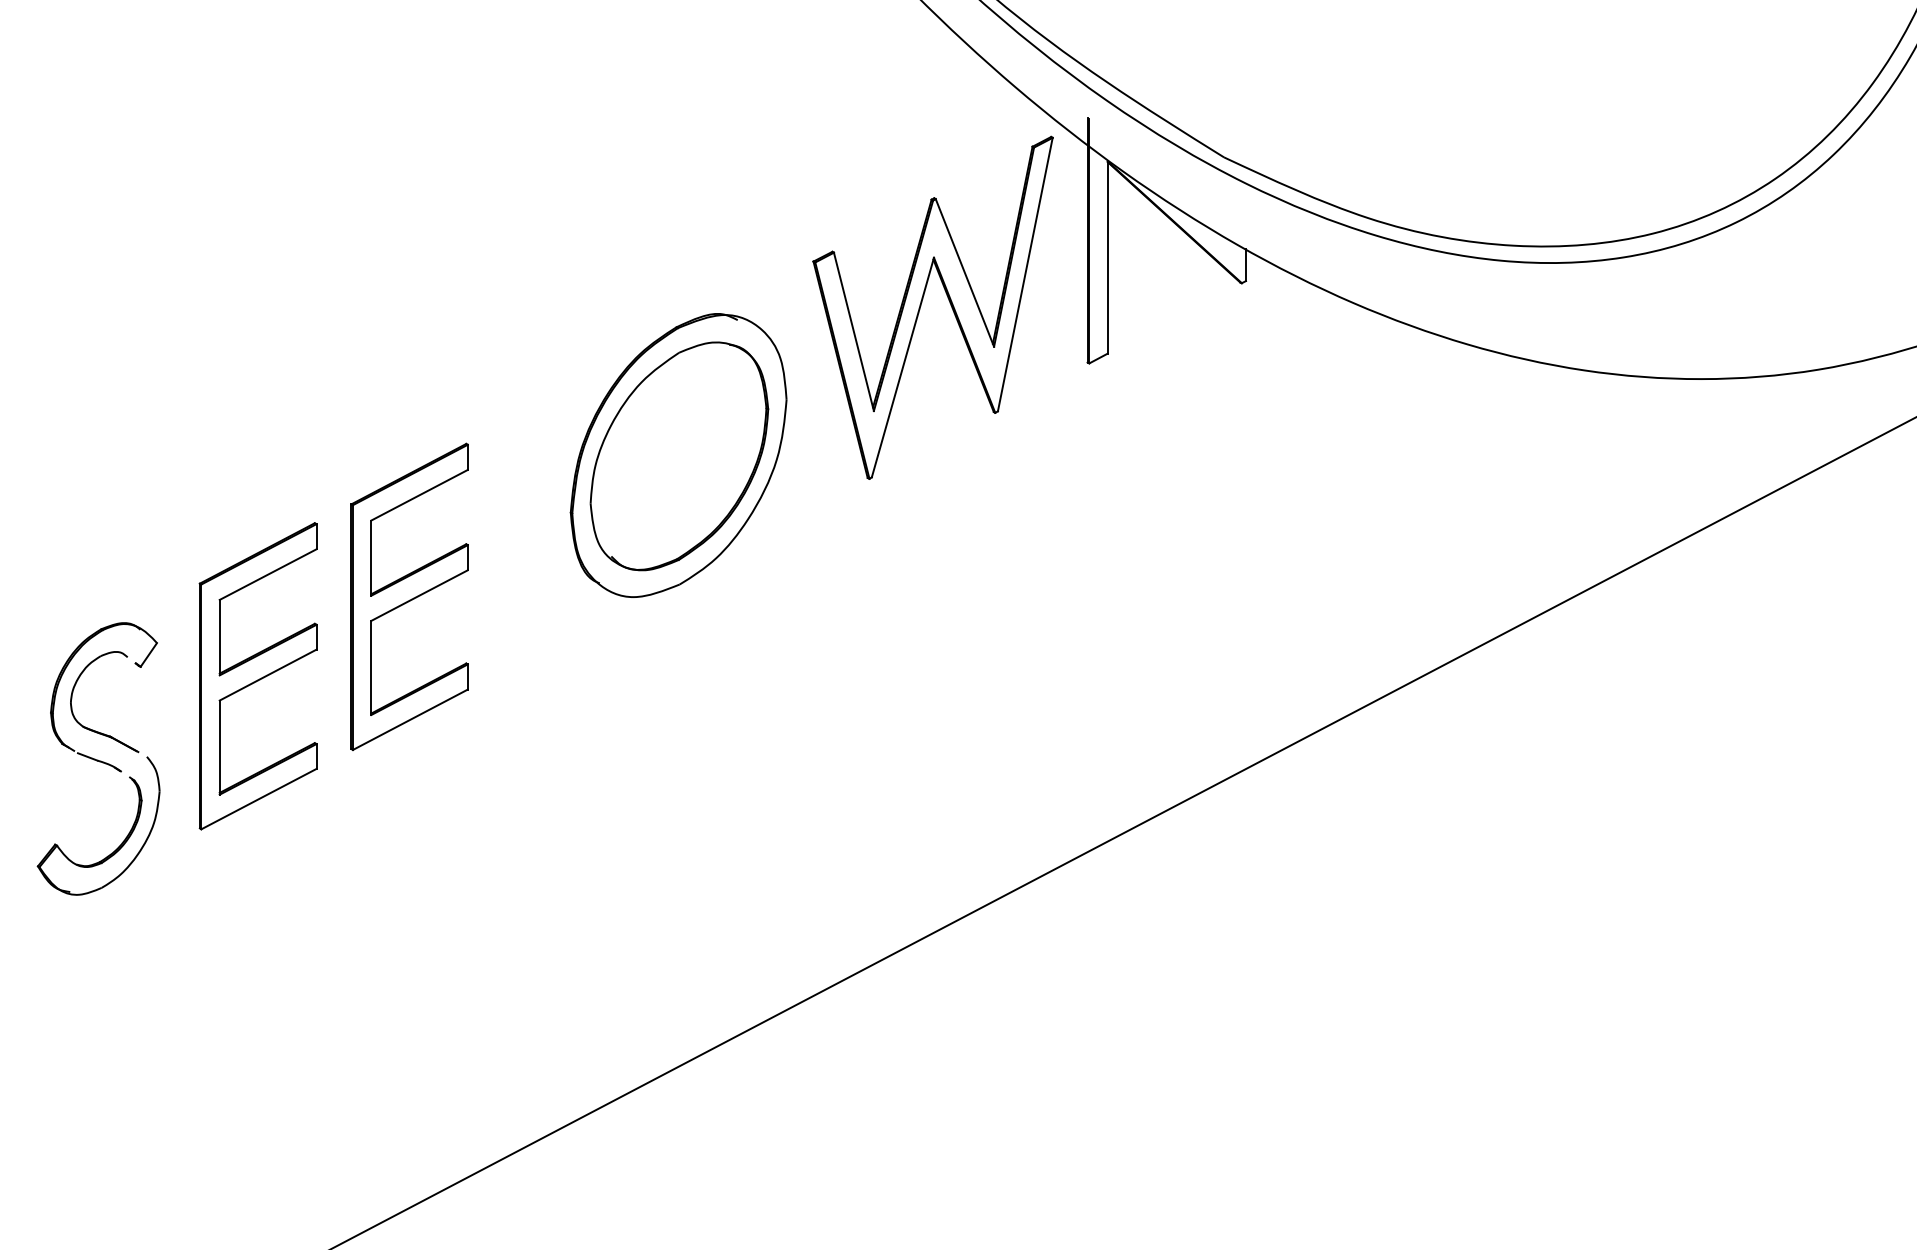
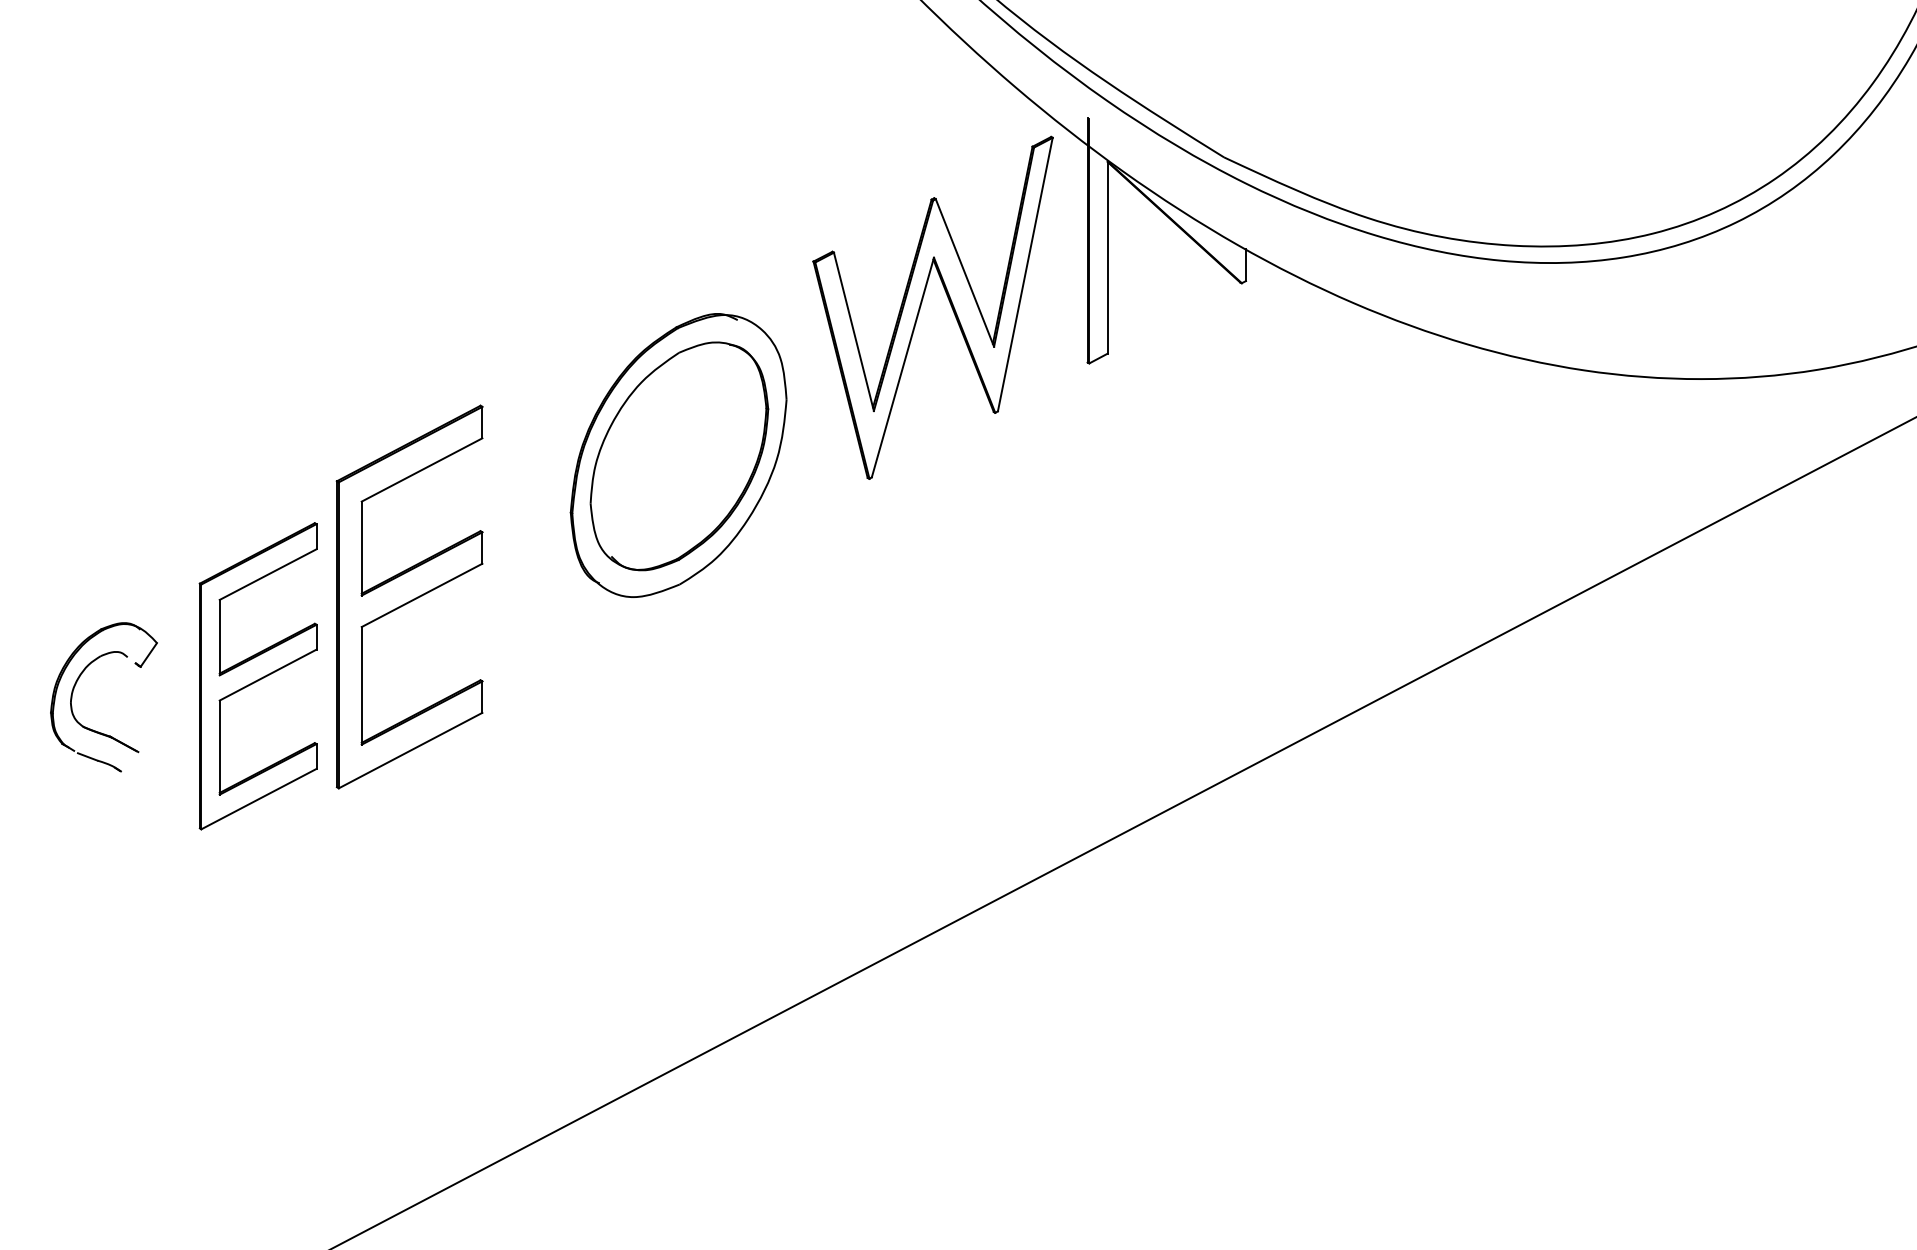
part at (409, 596) size: 119x309 px -> 149x386 px
part at (122, 841): present -> none
